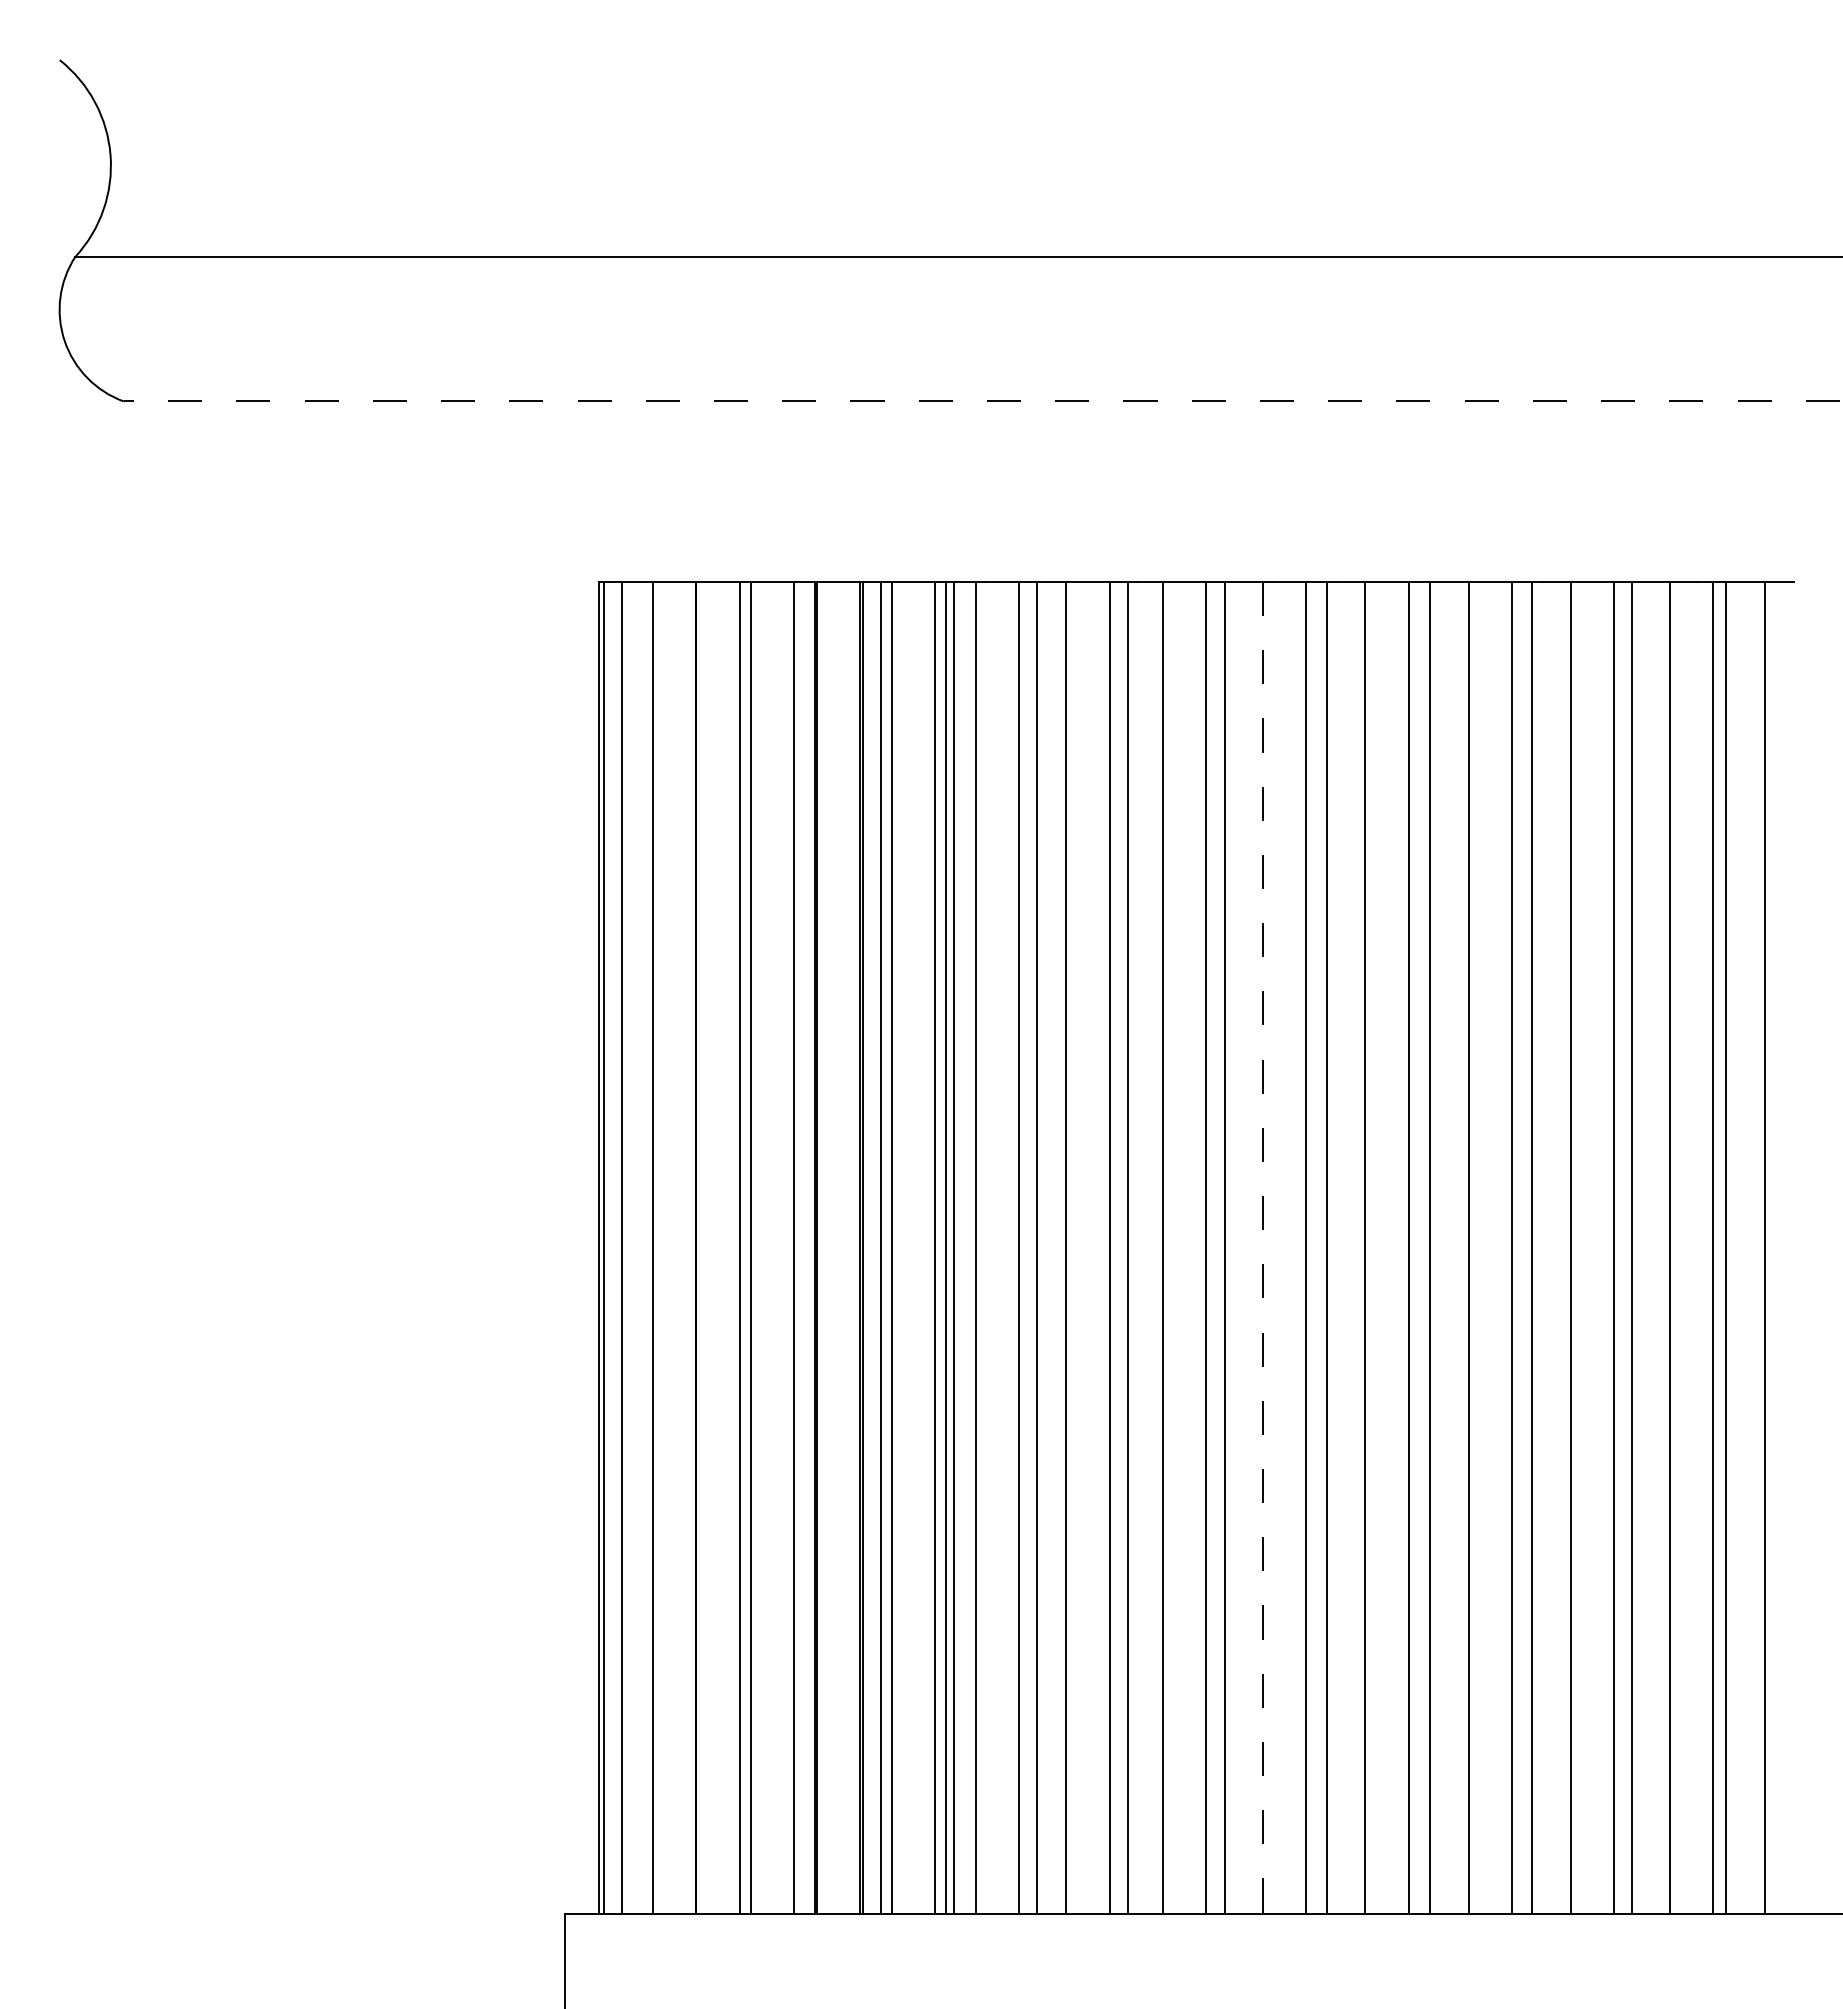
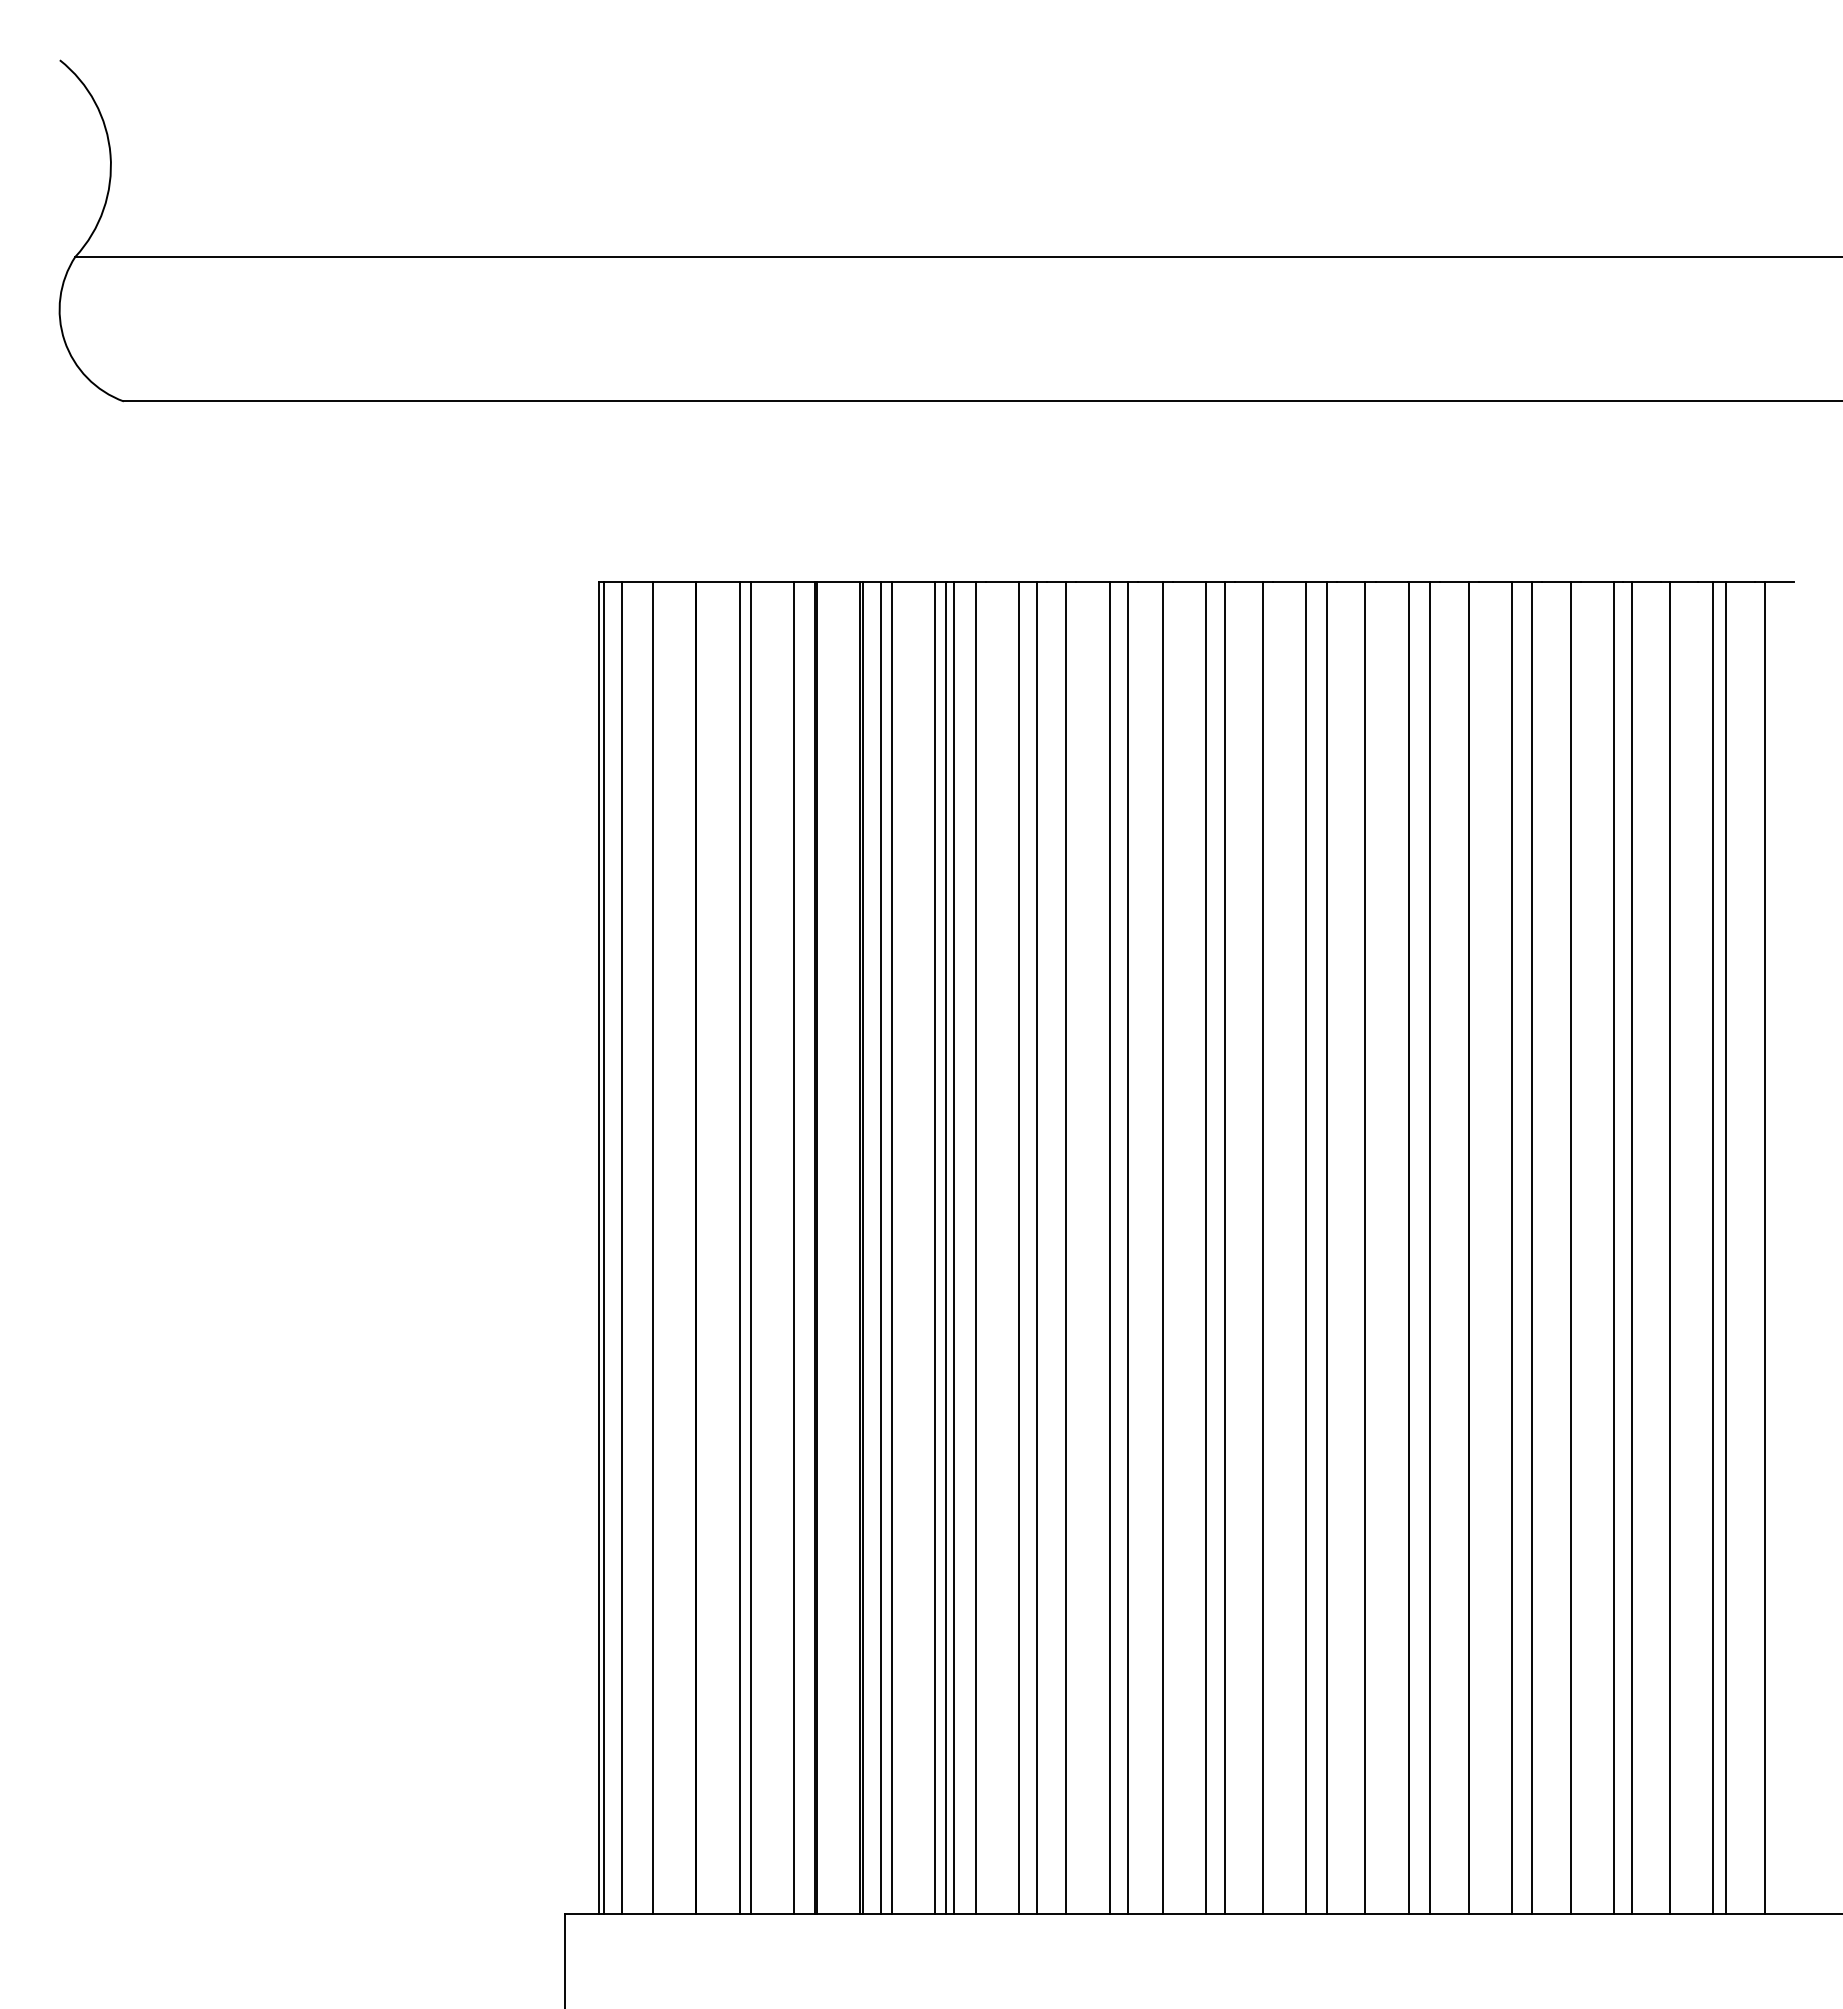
line at (982, 401): dashed -> solid
line at (1262, 1247): dashed -> solid
